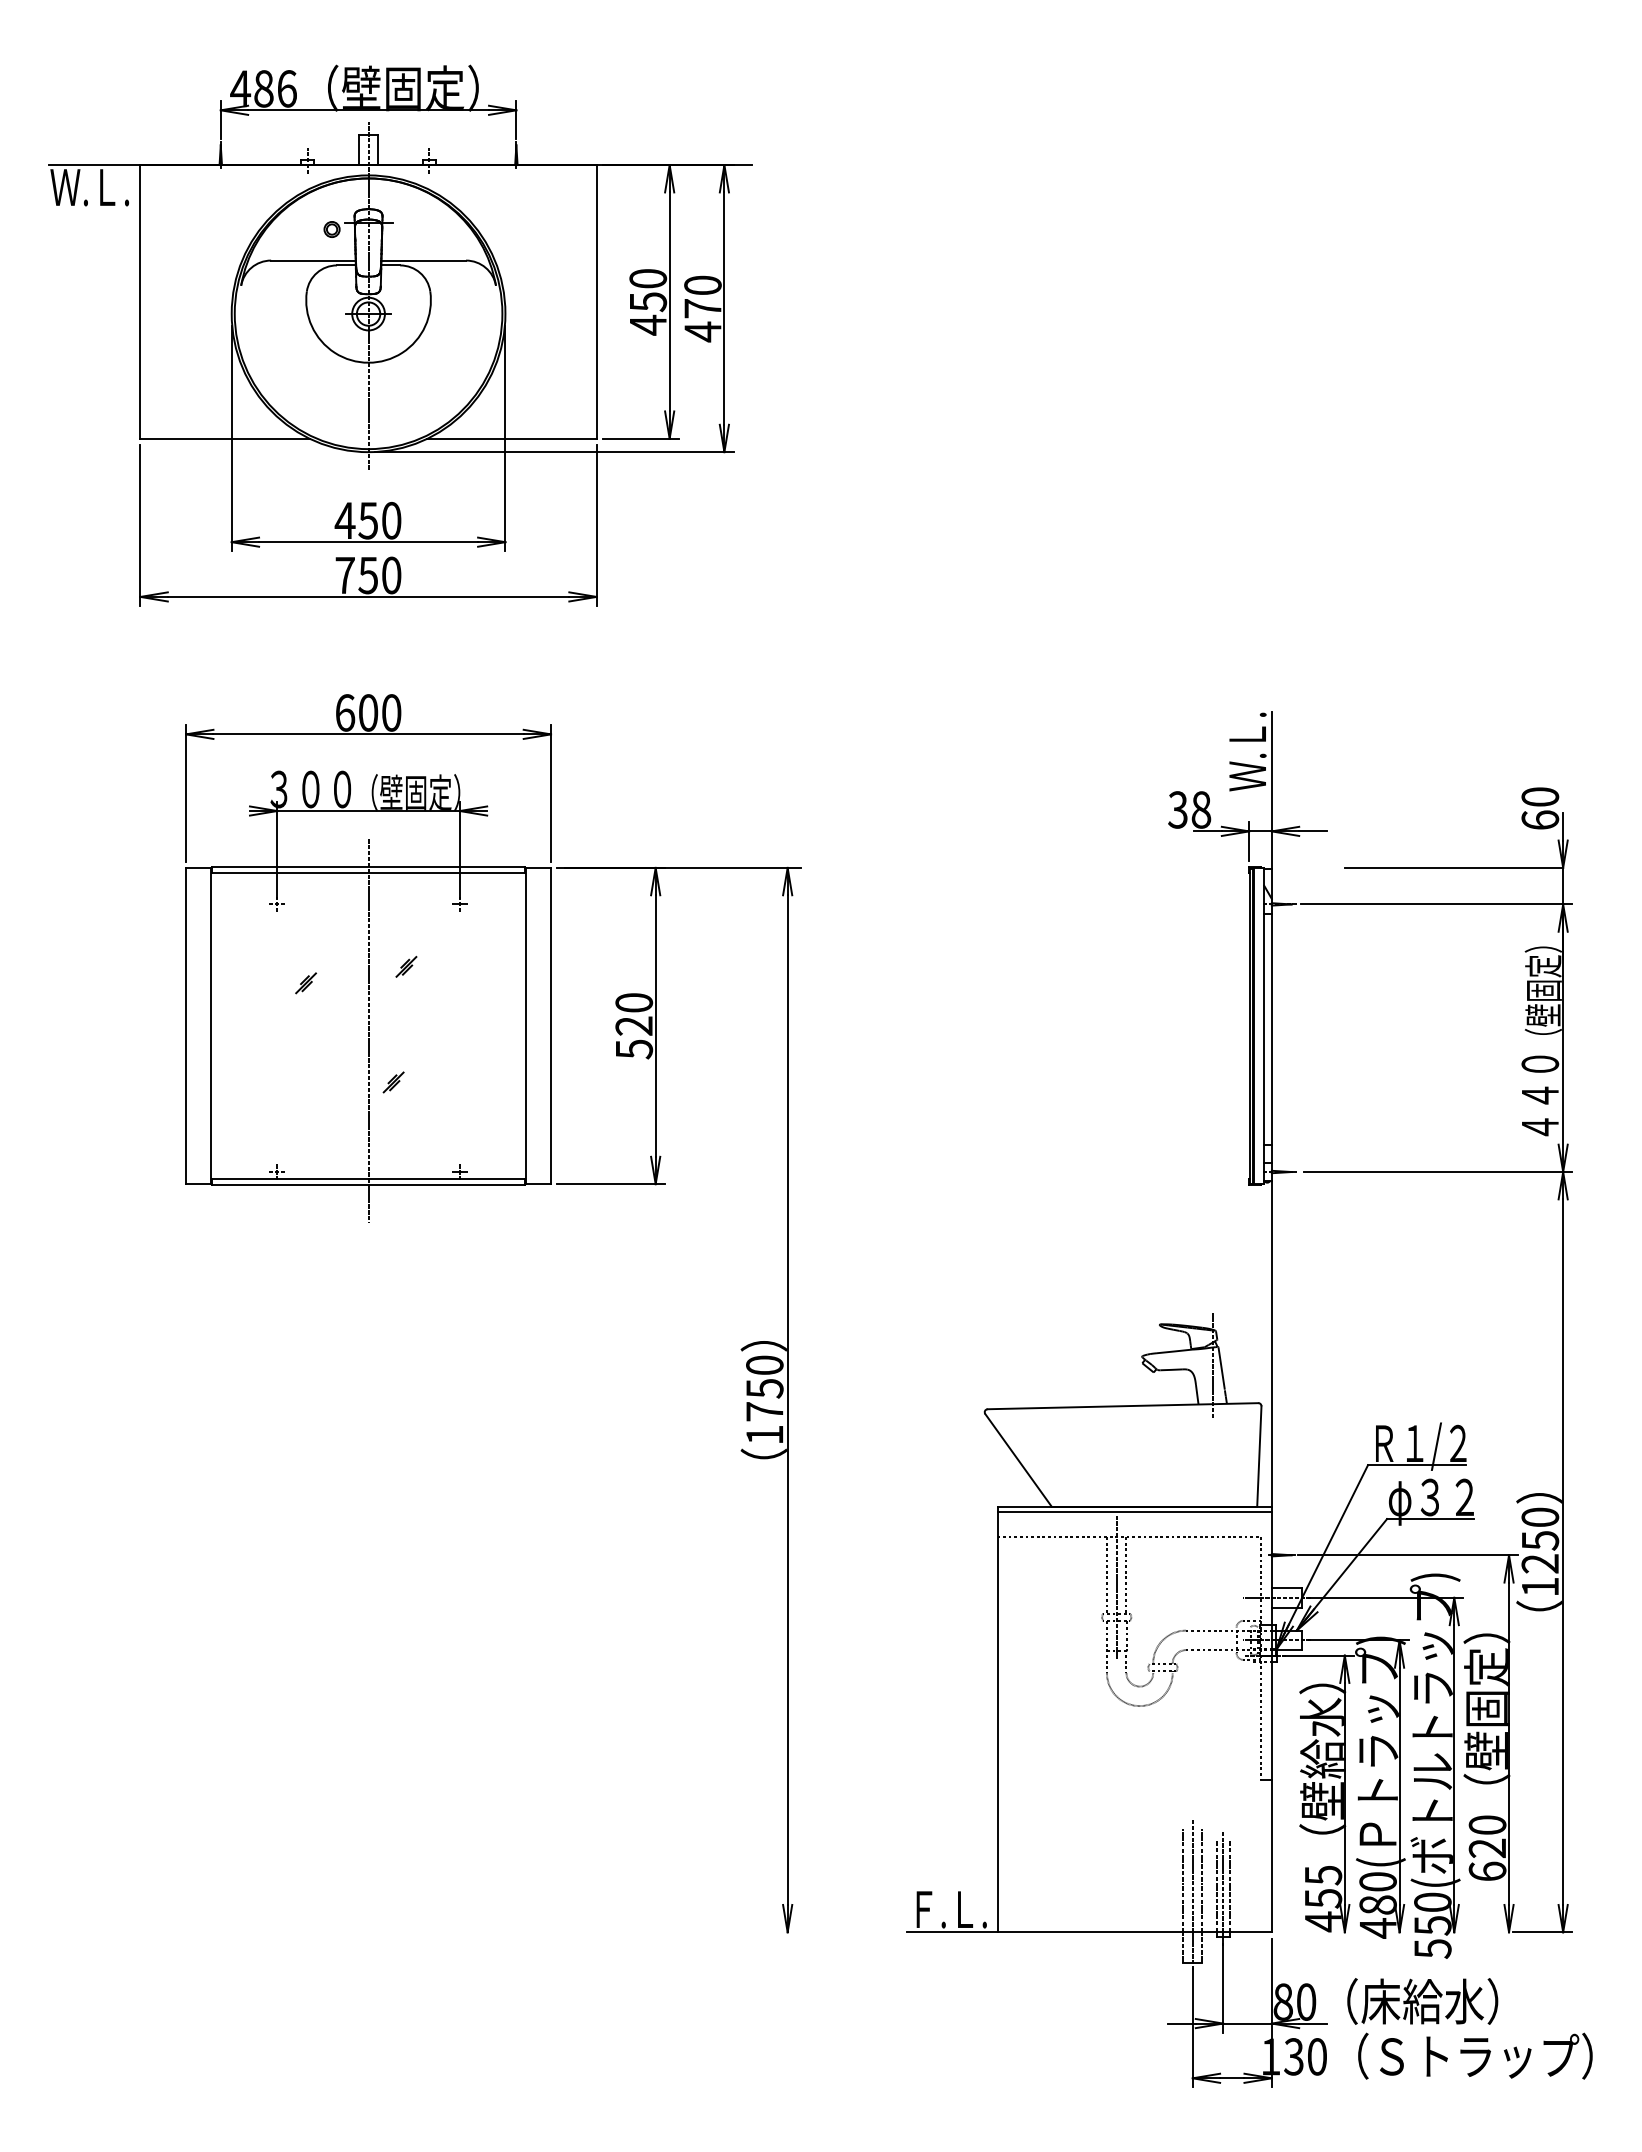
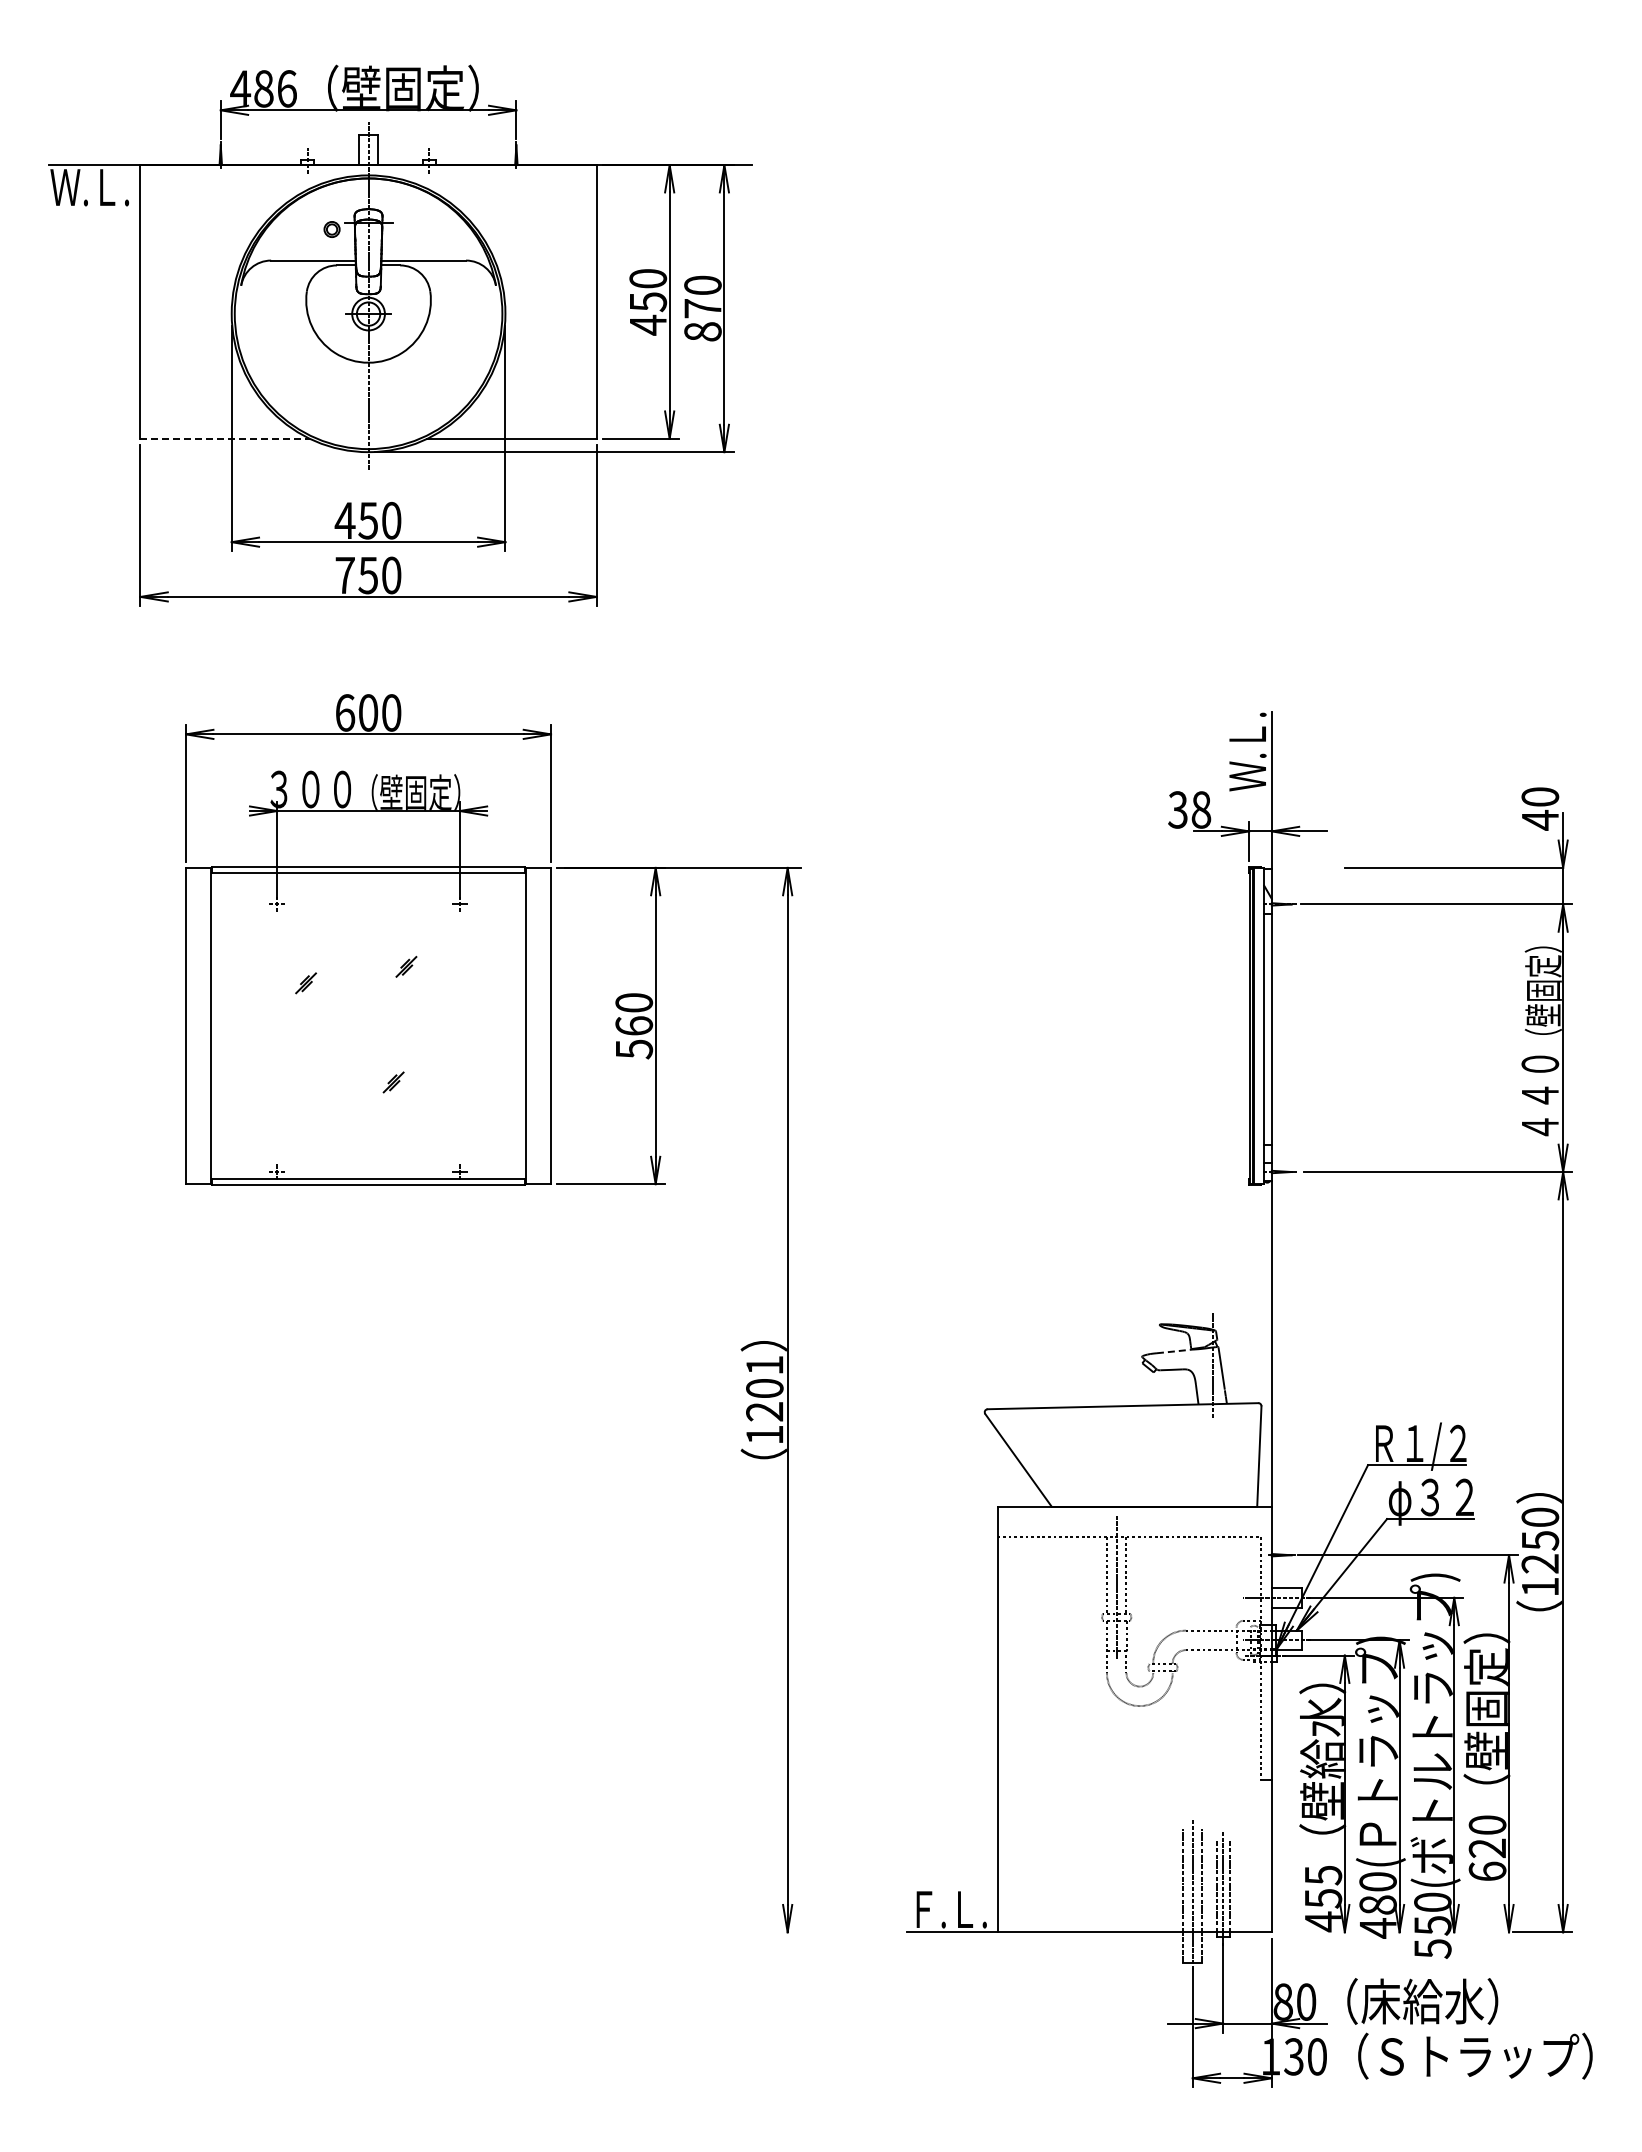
text at (702, 331): 470 -> 870
line at (225, 438): solid -> dashed
text at (1540, 819): 60 -> 40
text at (634, 1025): 520 -> 560
line at (368, 1030): present -> none
line at (1174, 1351): solid -> dashed
text at (764, 1388): 1750 -> 1201
line at (1134, 1512): present -> none
